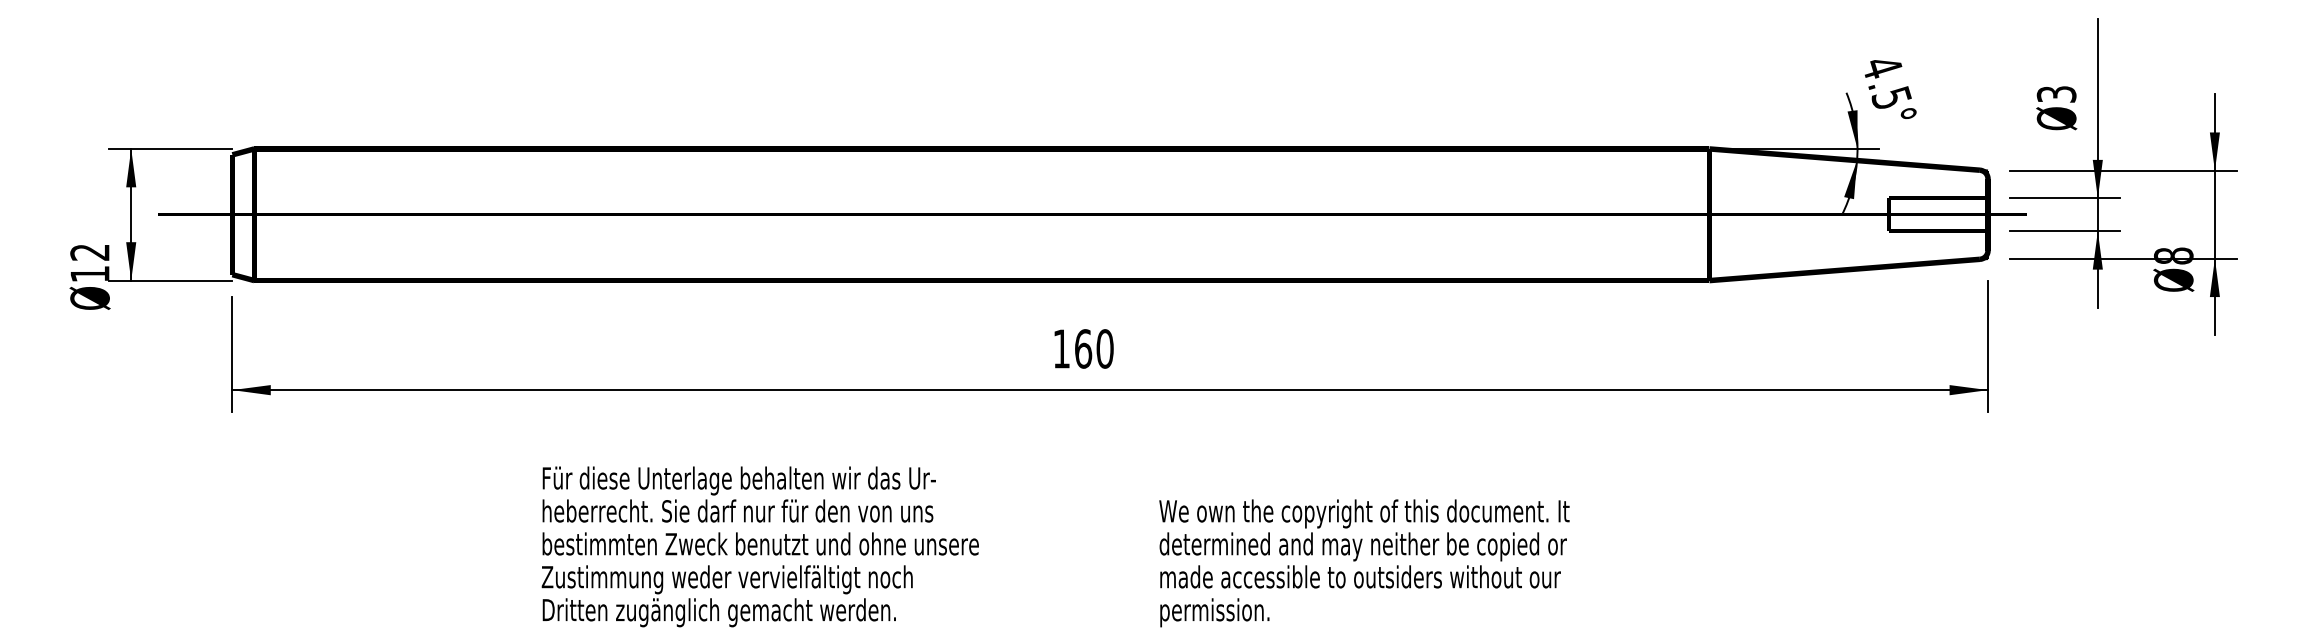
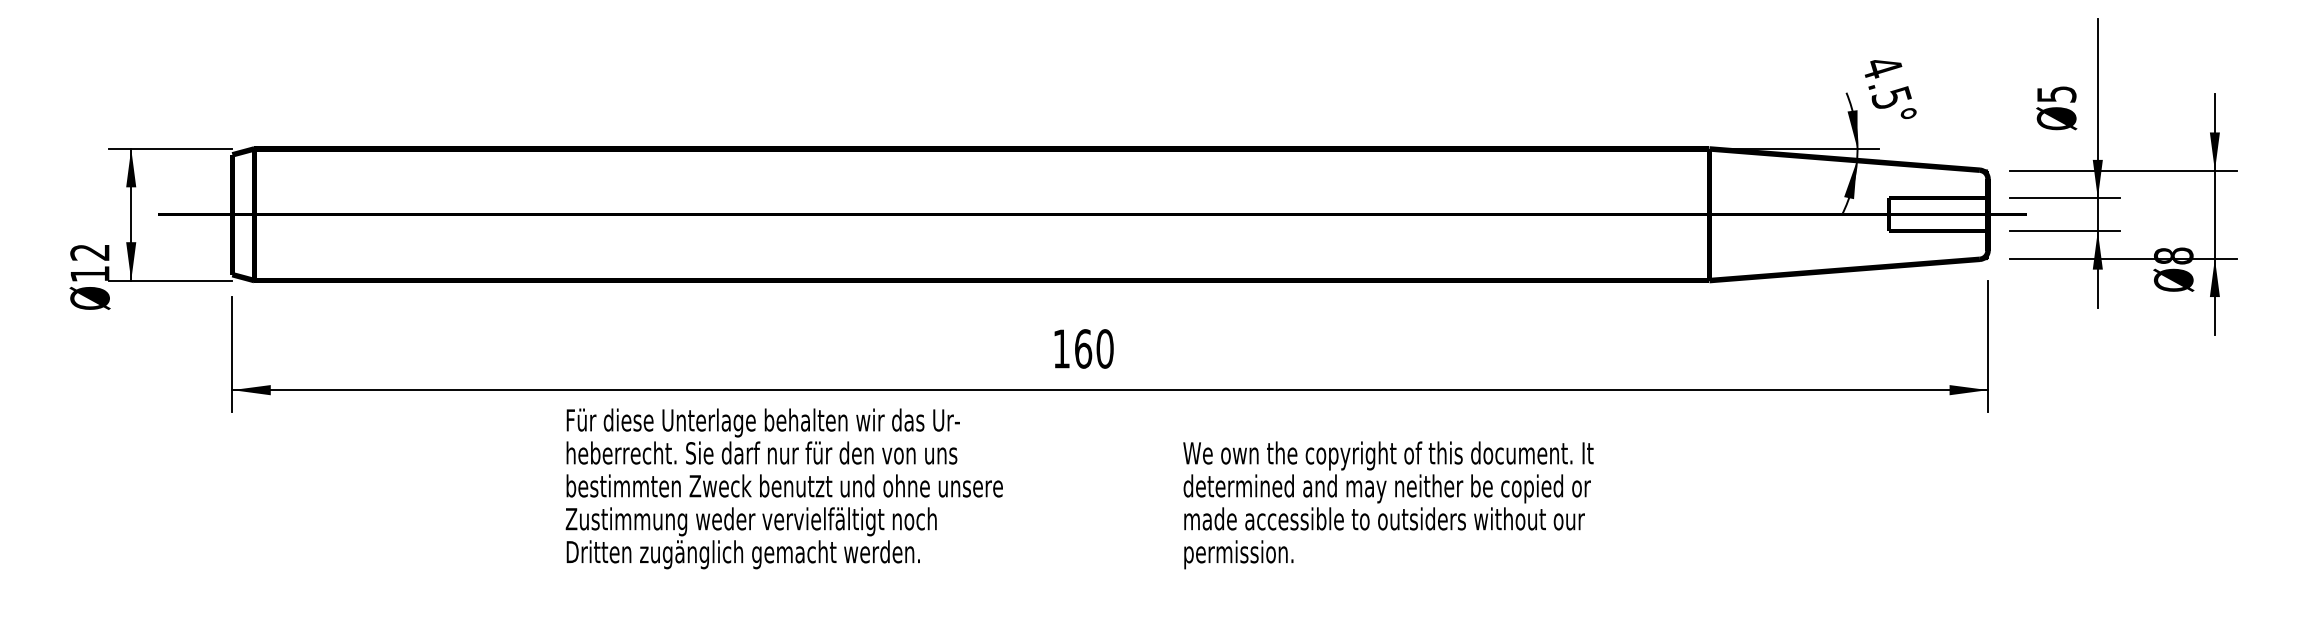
text at (2055, 93): 3 -> 5
text at (1055, 546) position: (1055, 546) -> (1079, 488)
